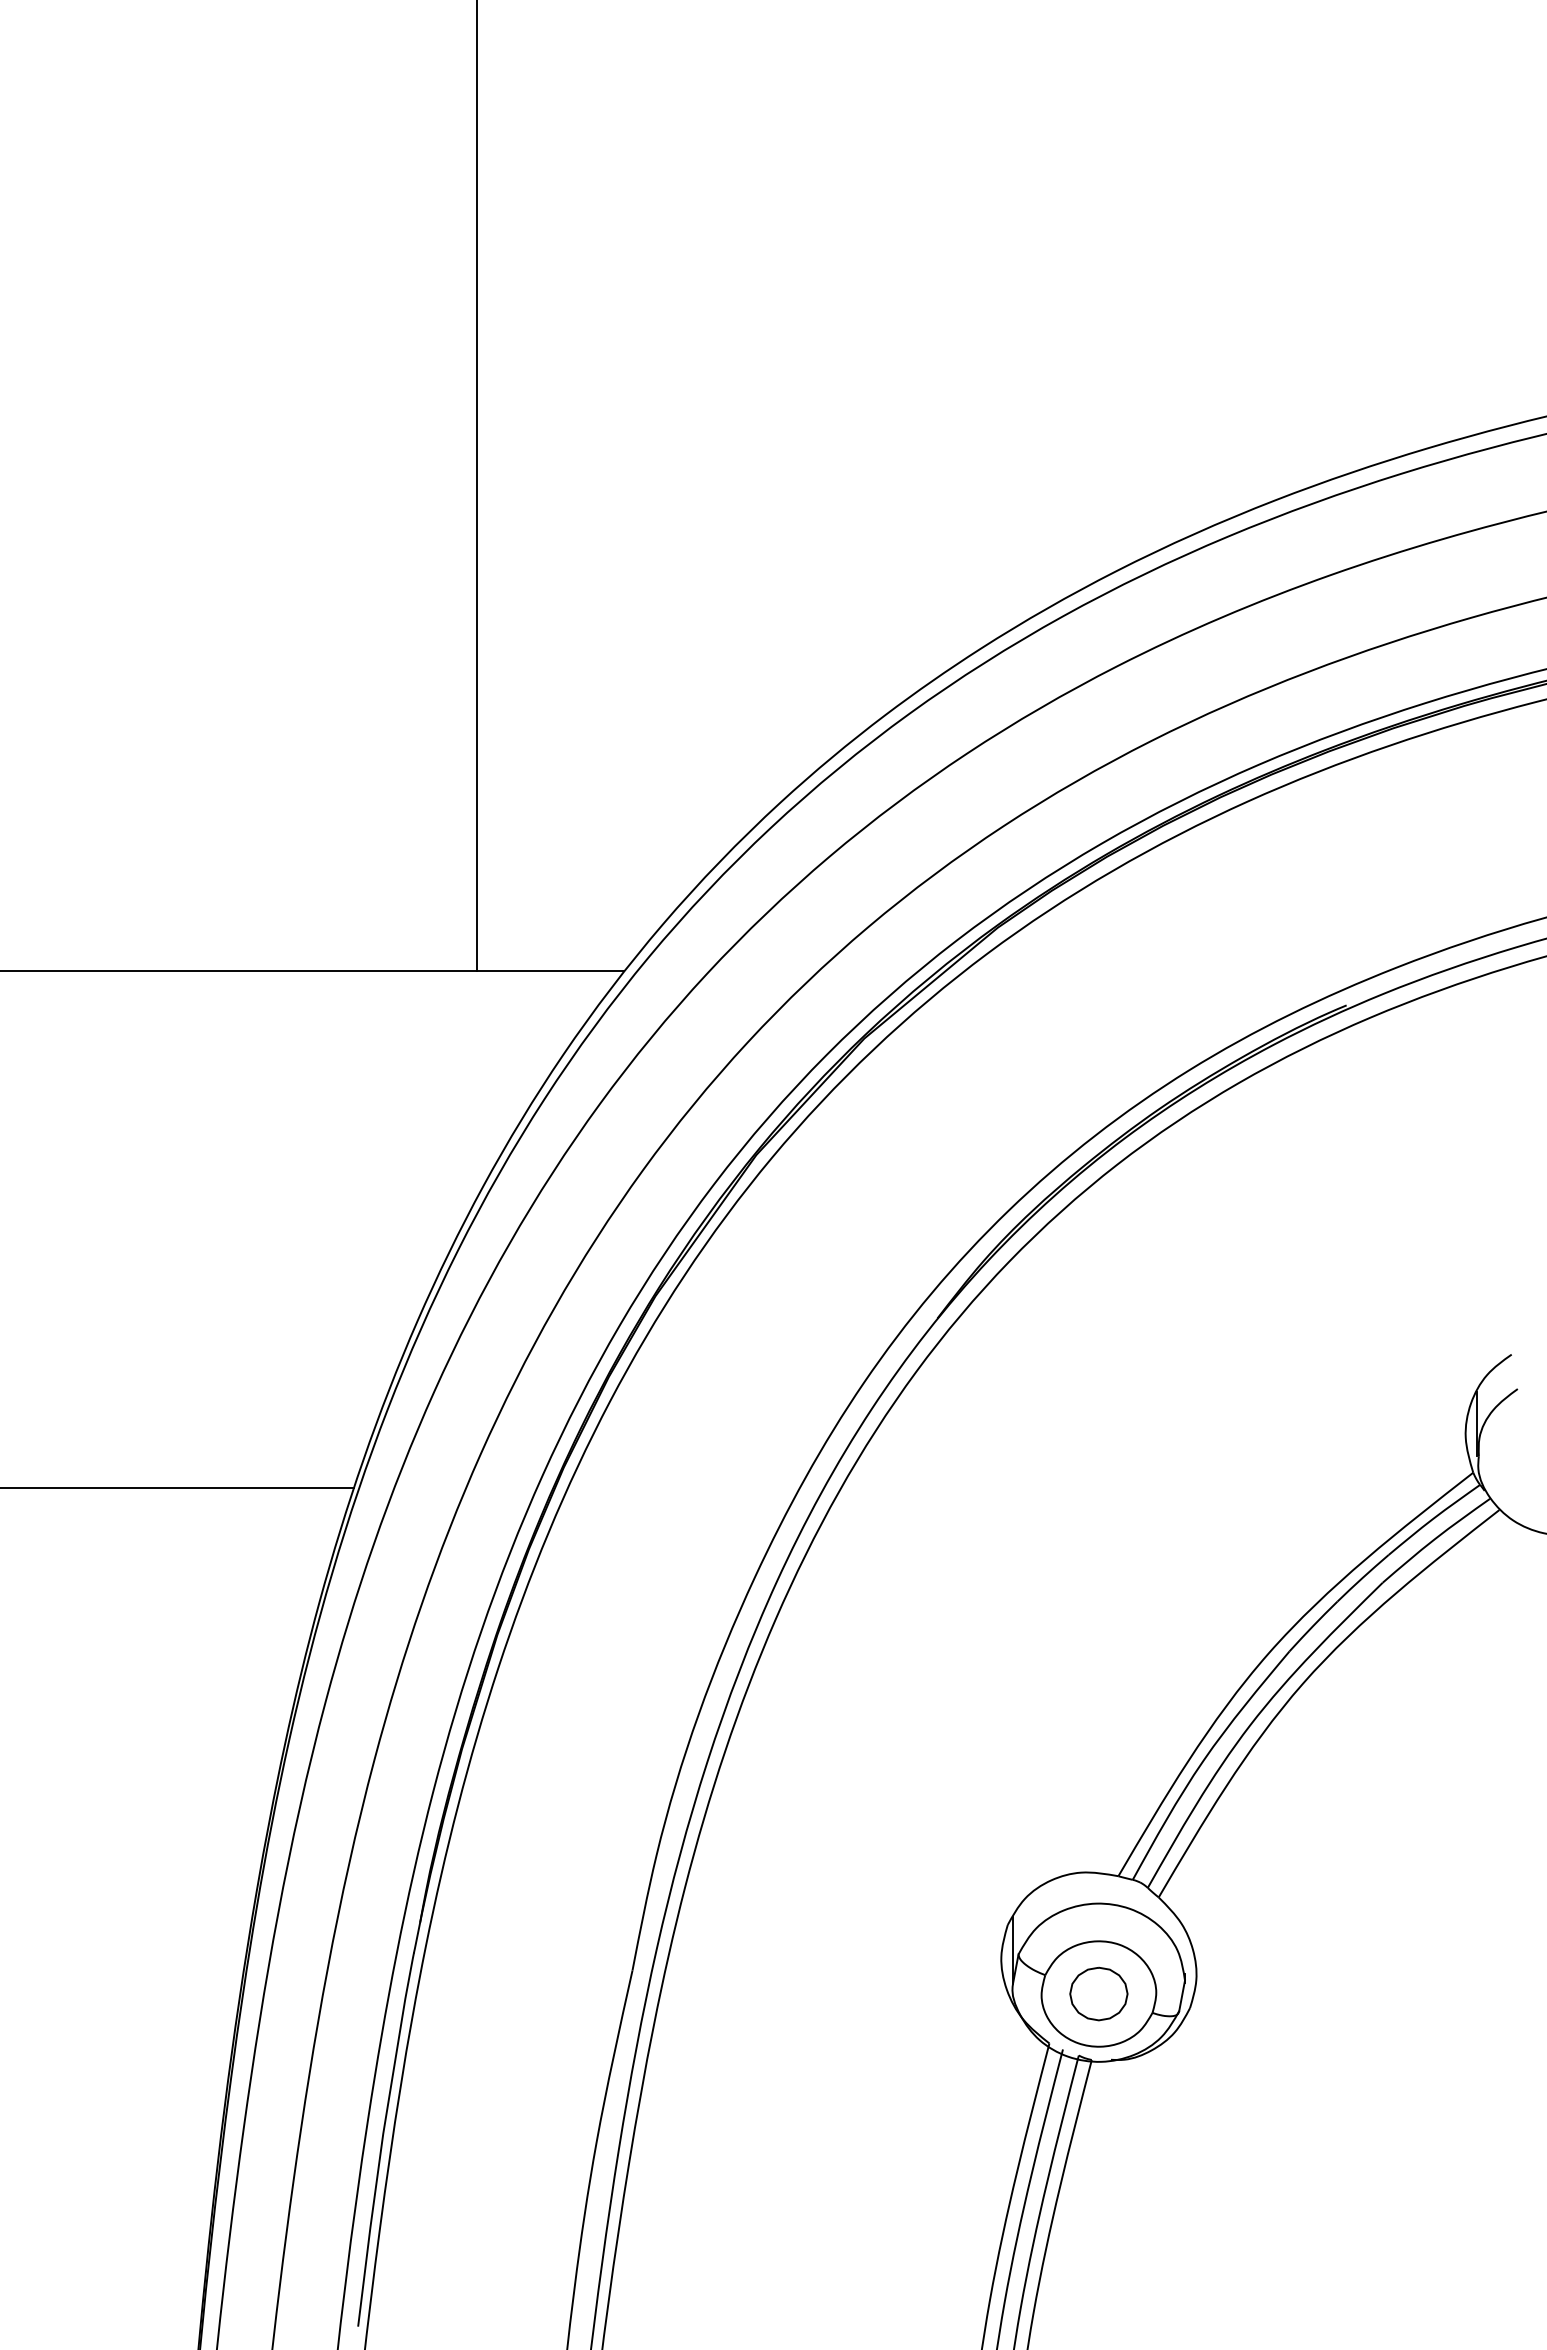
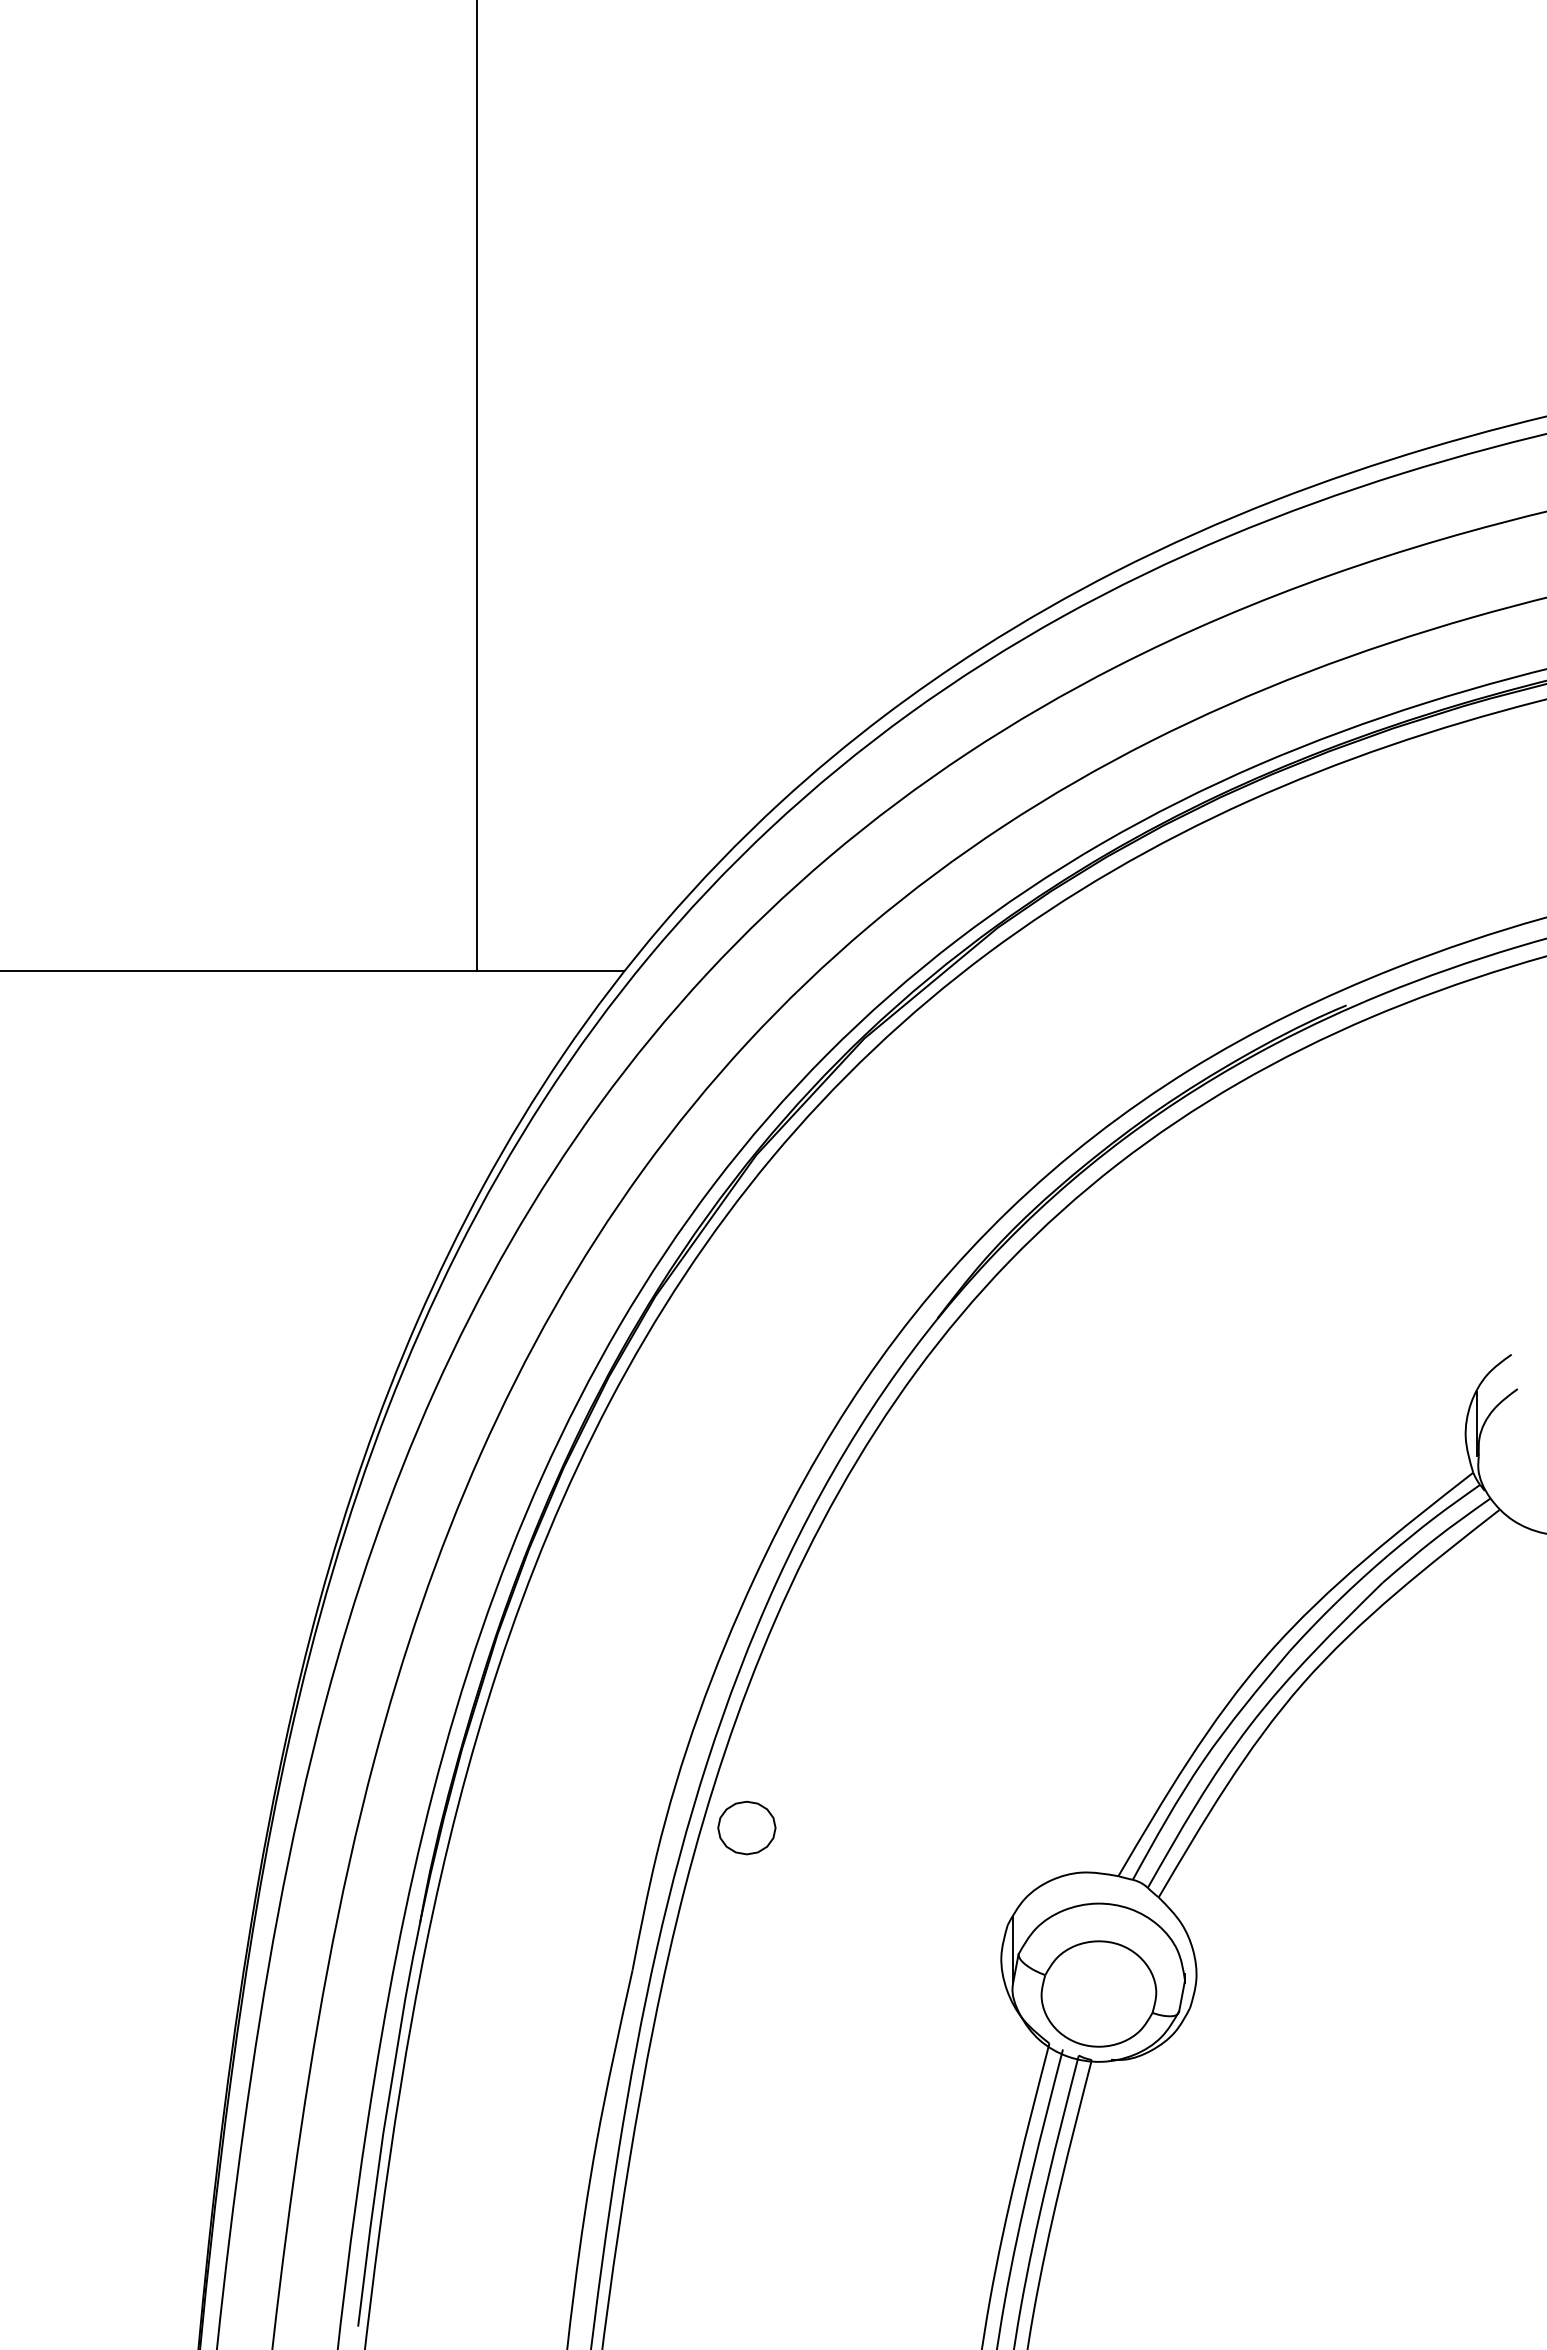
line at (178, 1487): present -> none
part at (1098, 1993) position: (1098, 1993) -> (746, 1827)
